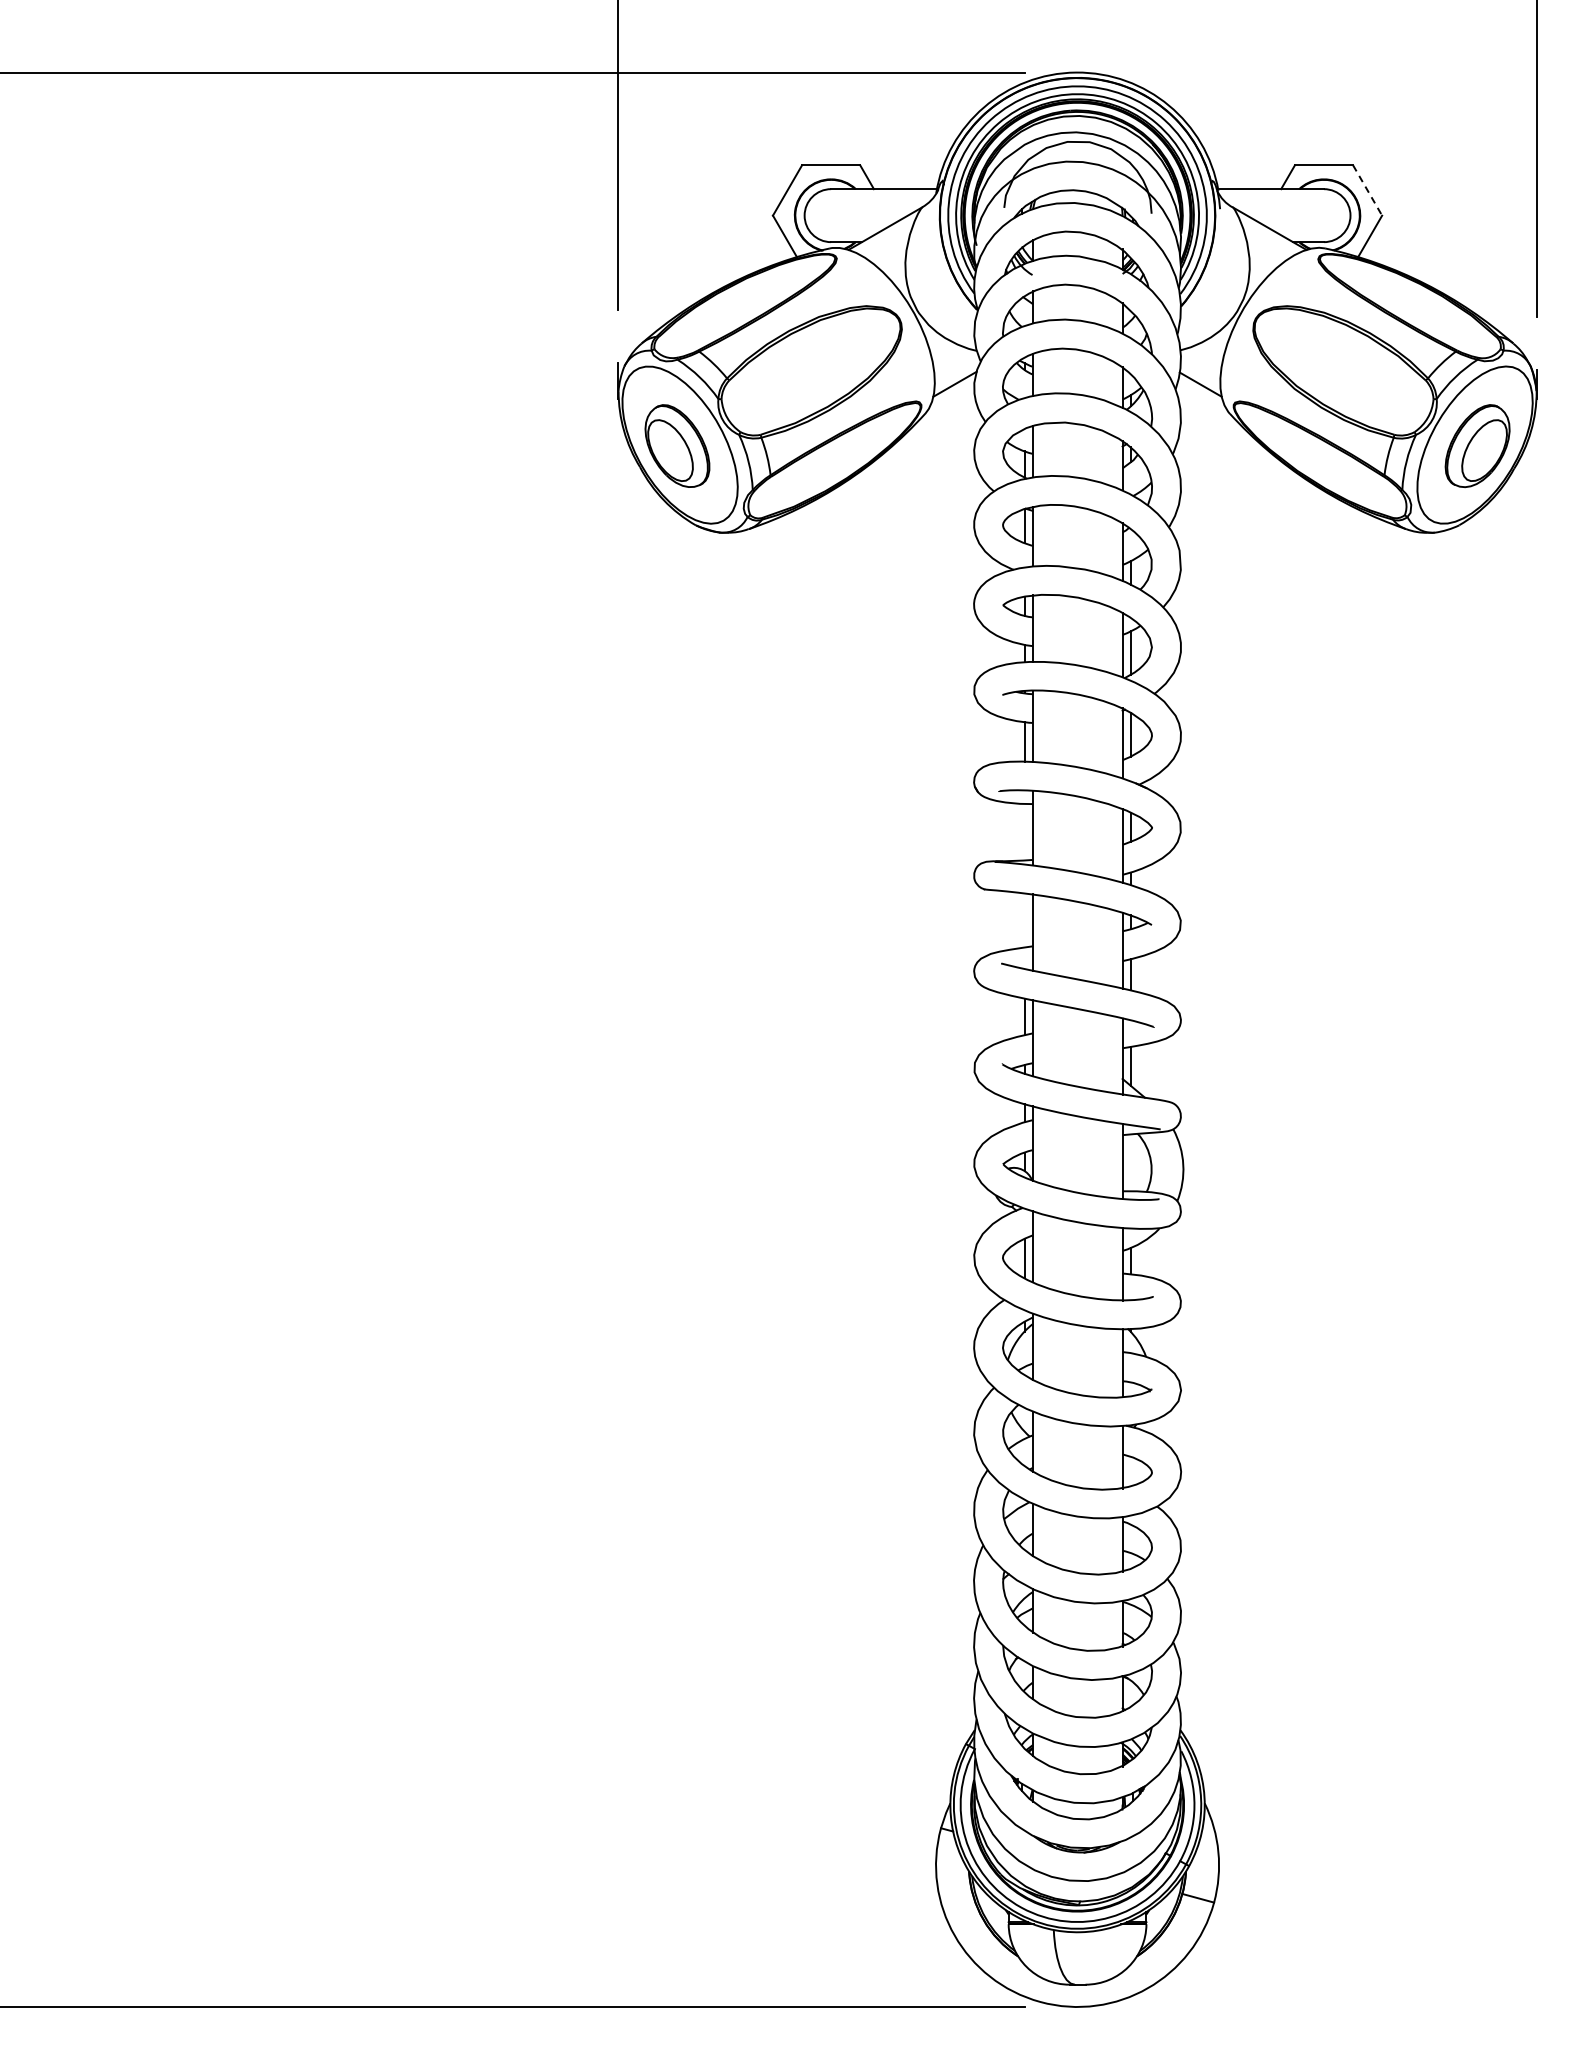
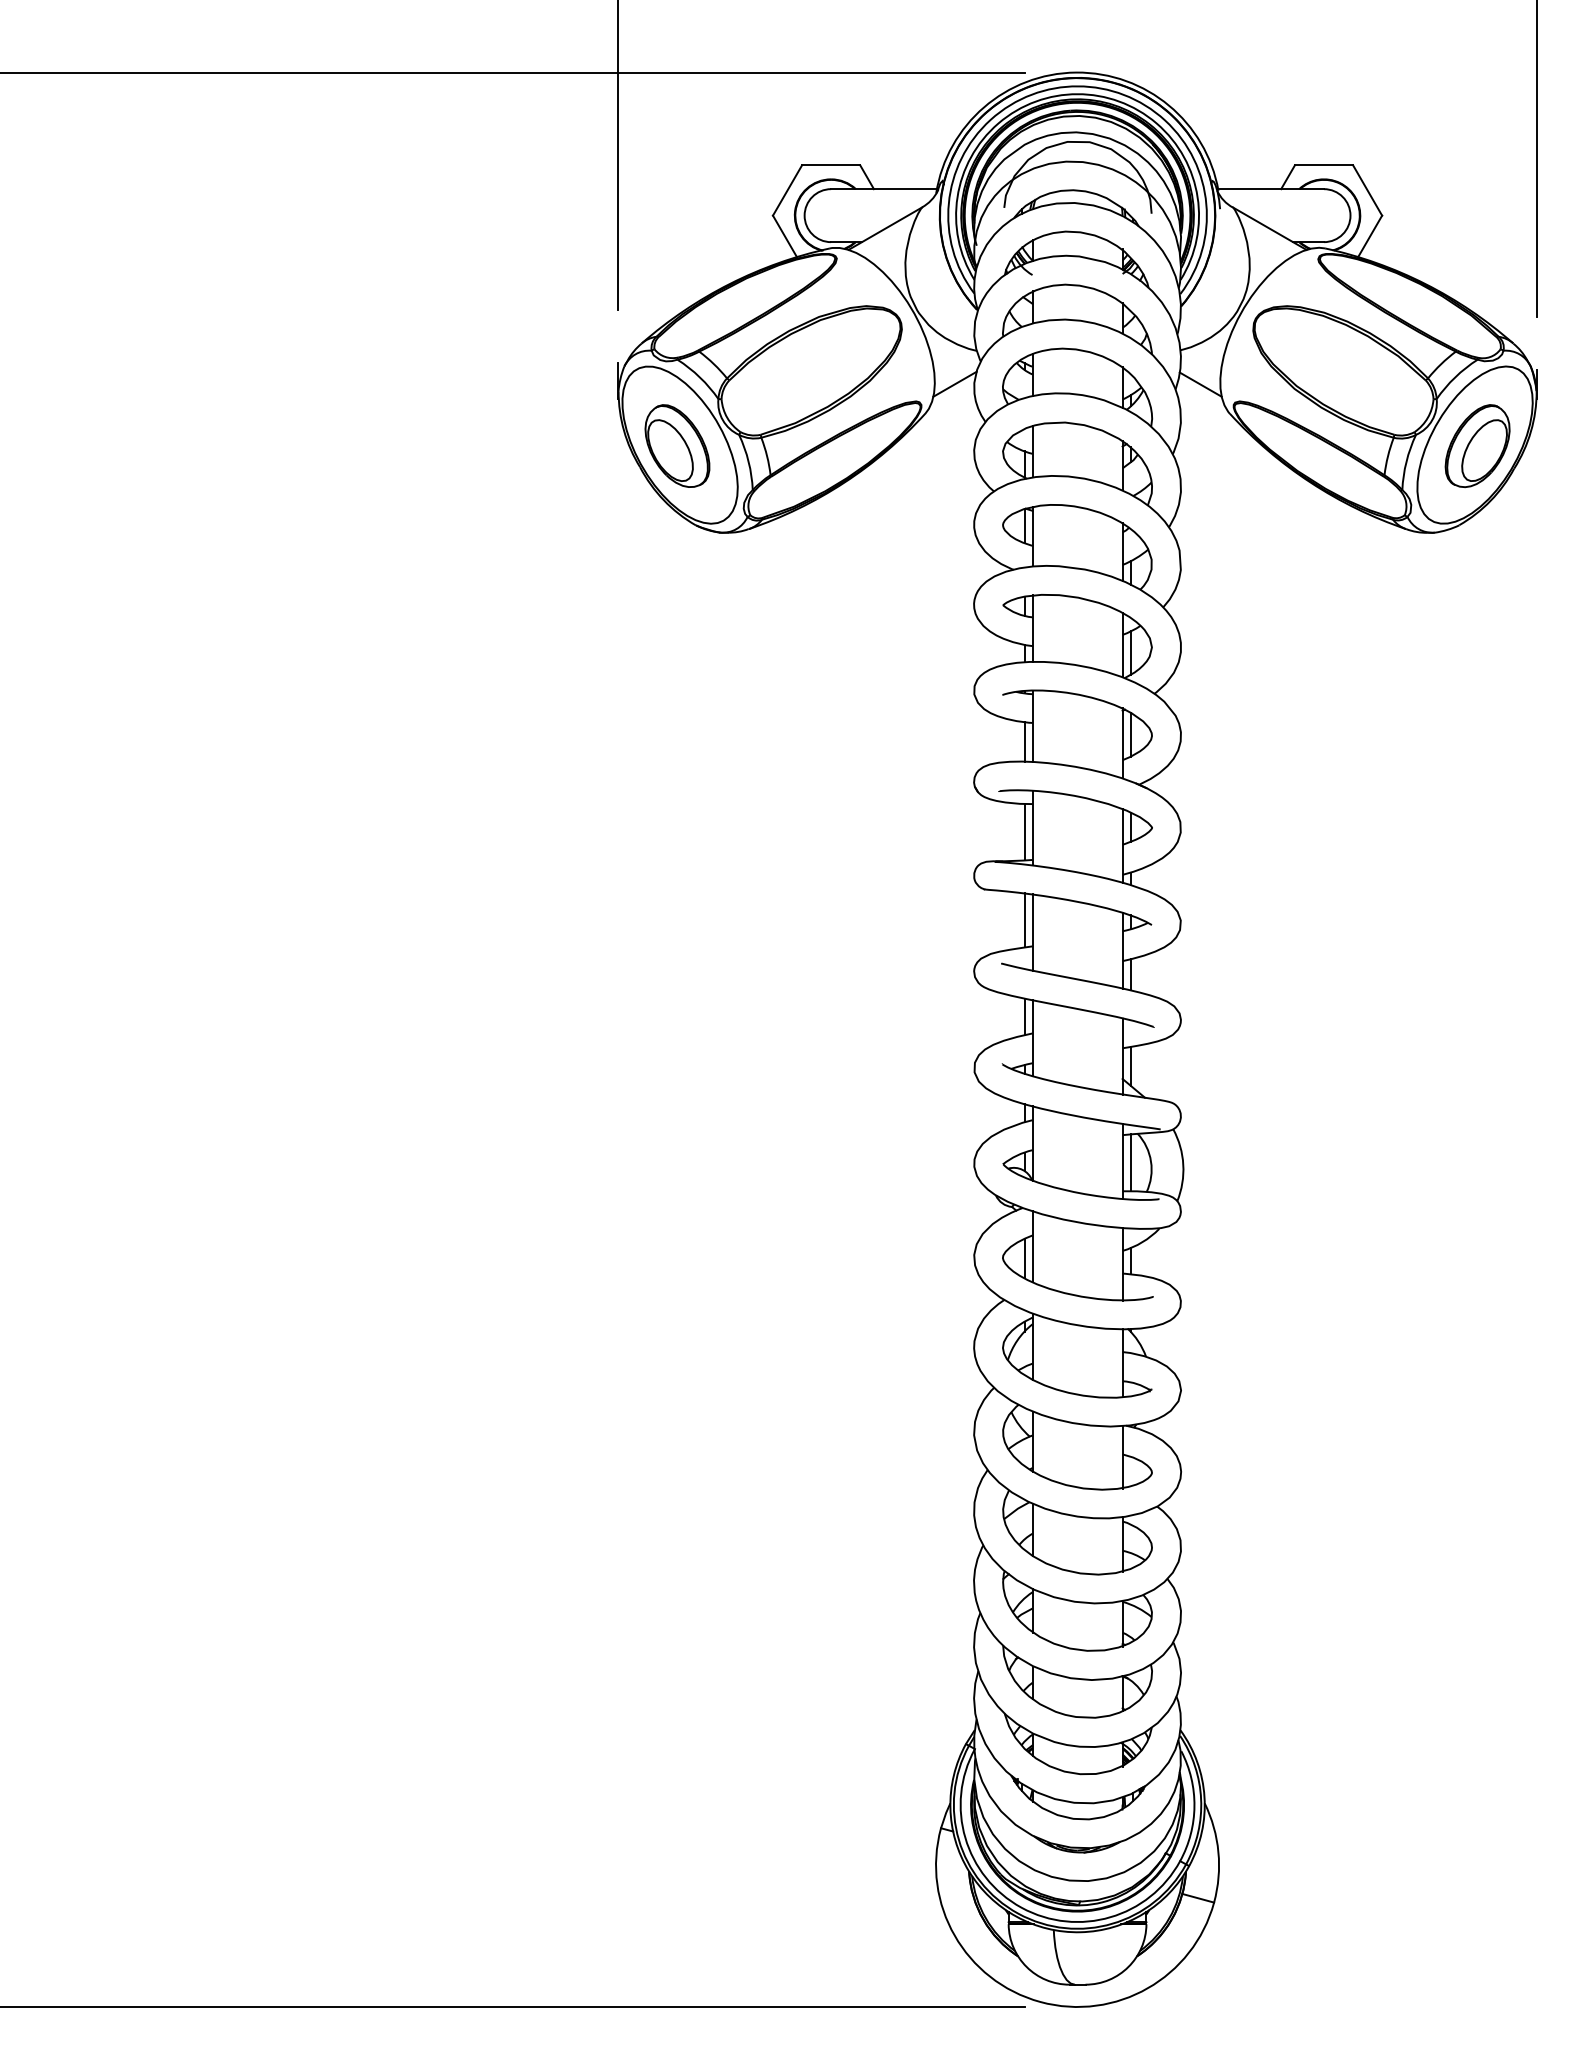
line at (1367, 190): dashed -> solid
line at (1024, 831): none -> present
line at (1024, 920): none -> present
line at (1130, 1162): none -> present
